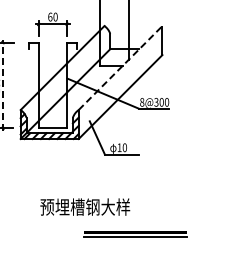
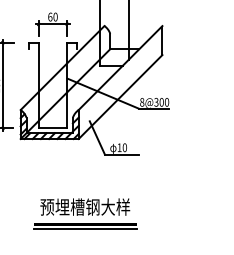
line at (120, 67): dashed -> solid
line at (2, 85): dashed -> solid
part at (135, 234) position: (135, 234) -> (85, 226)
